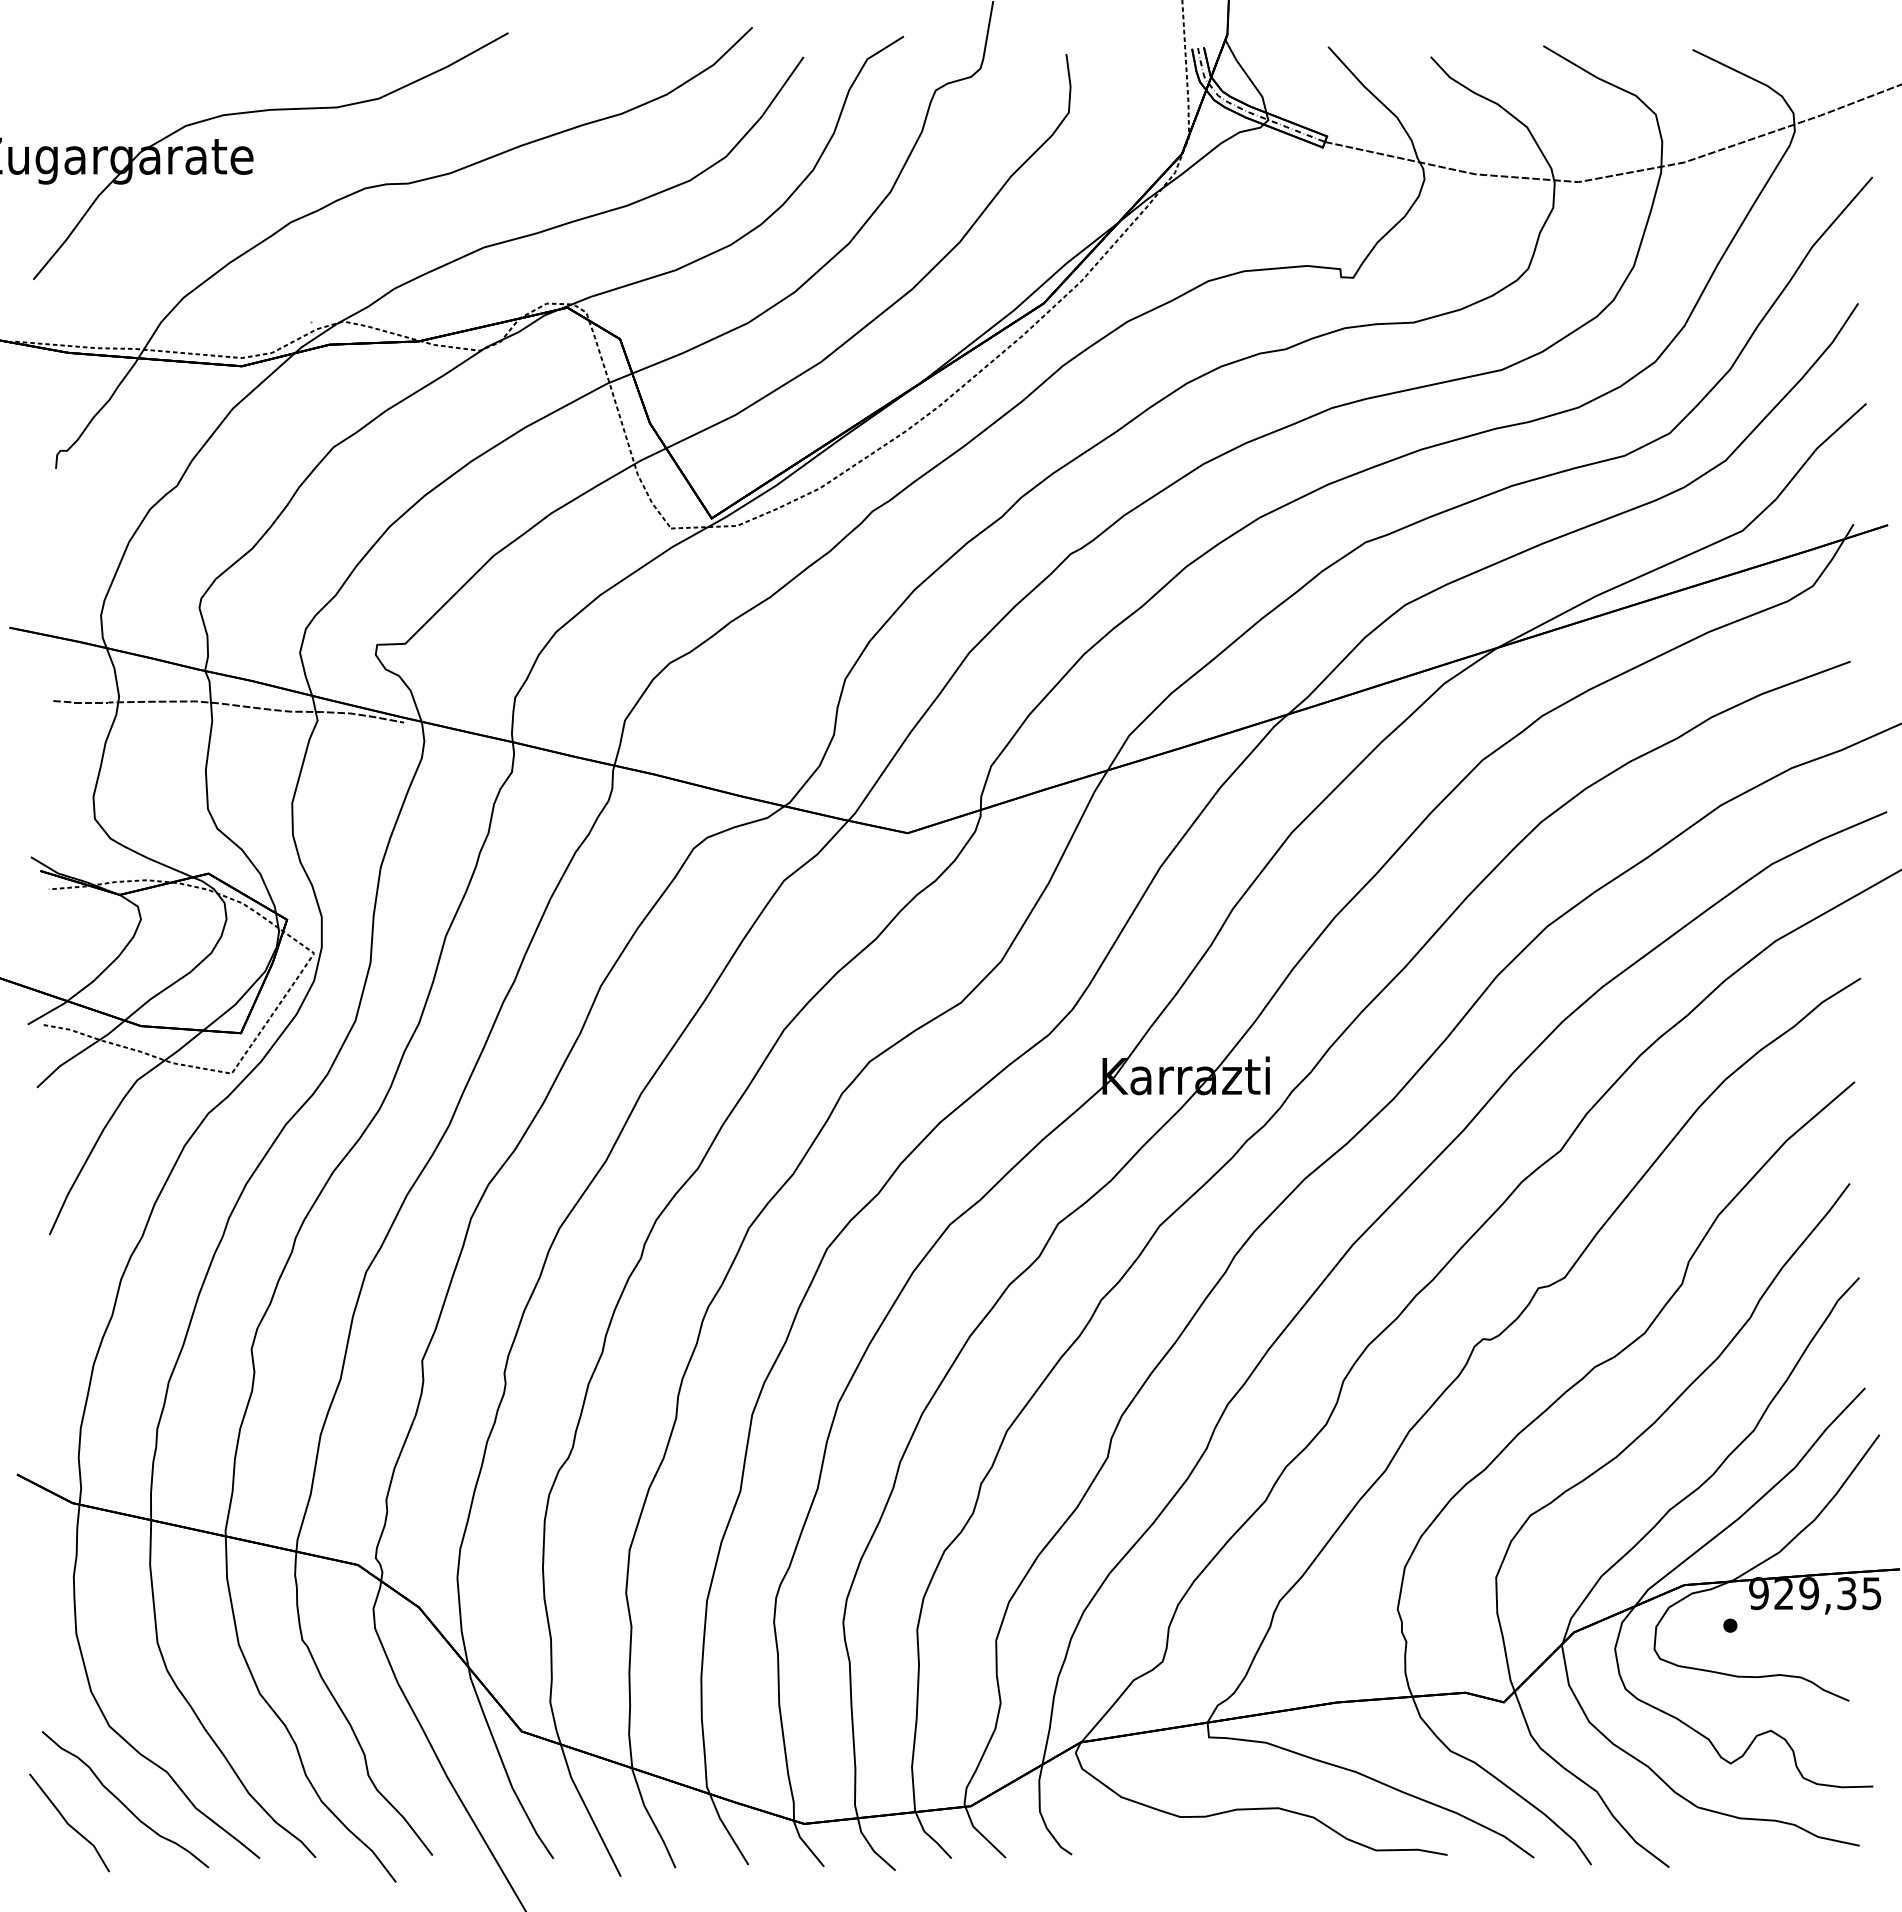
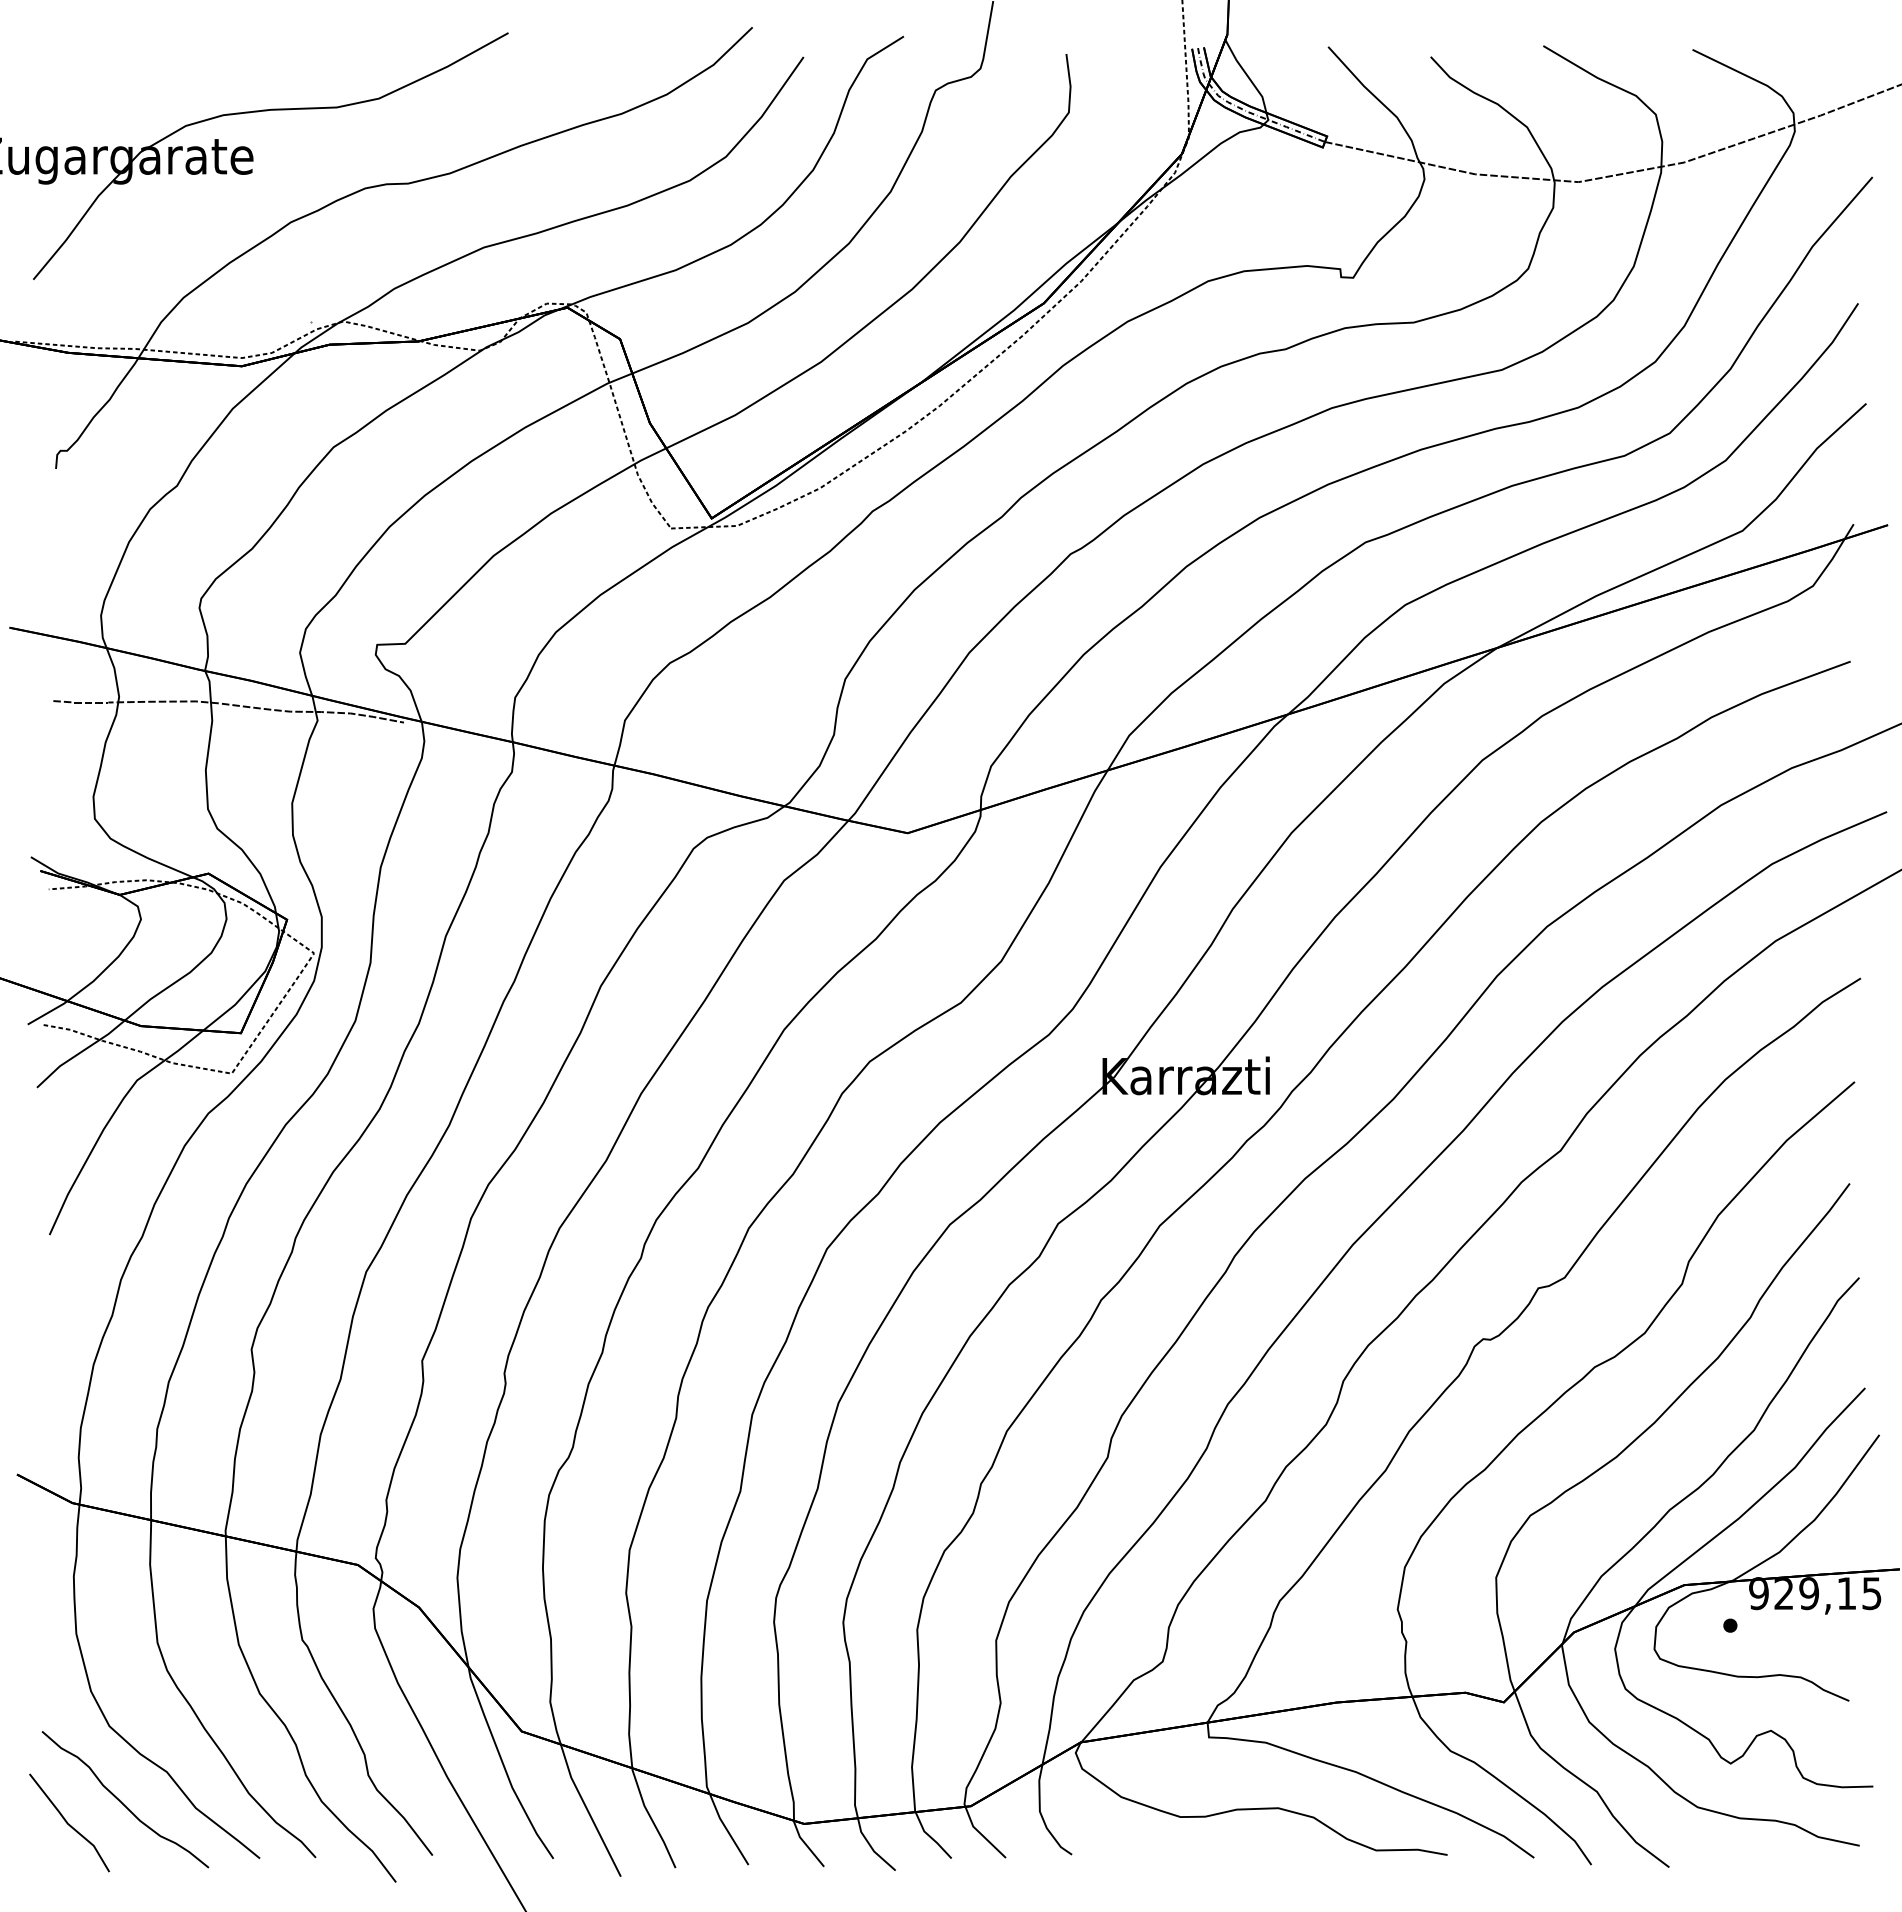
text at (1846, 1593): 929,35 -> 929,15
